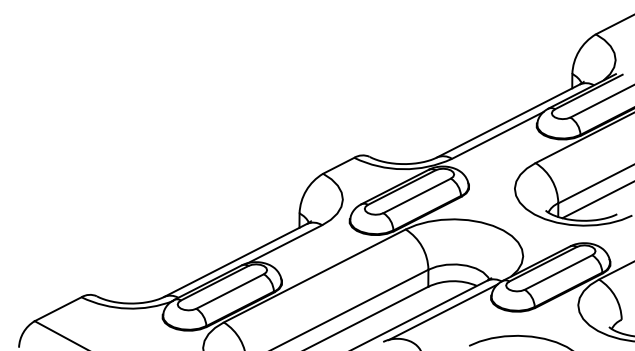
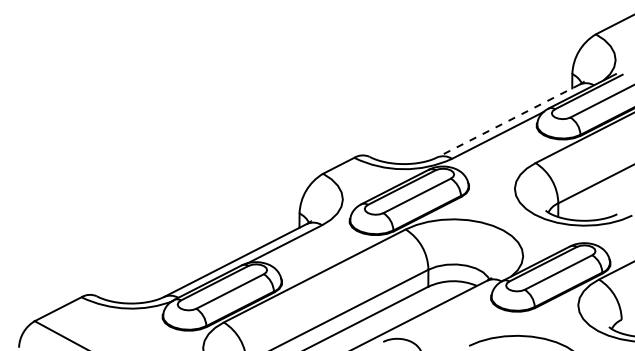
line at (507, 121): solid -> dashed
line at (596, 200): present -> none
line at (442, 312): present -> none
